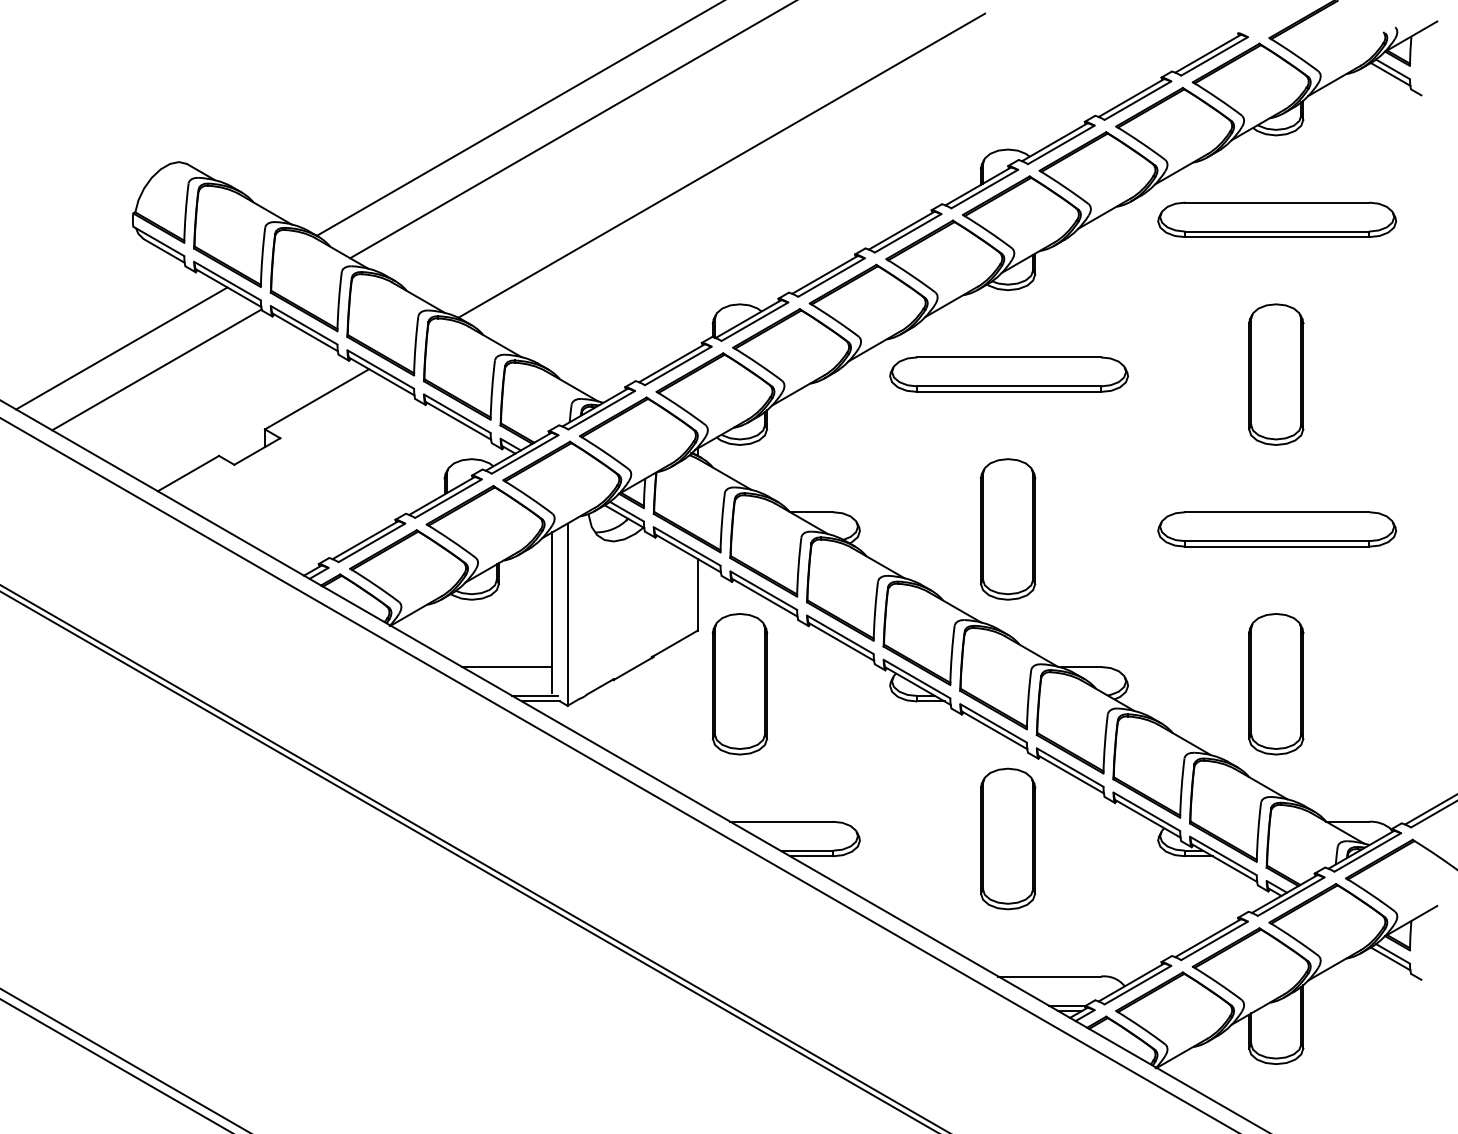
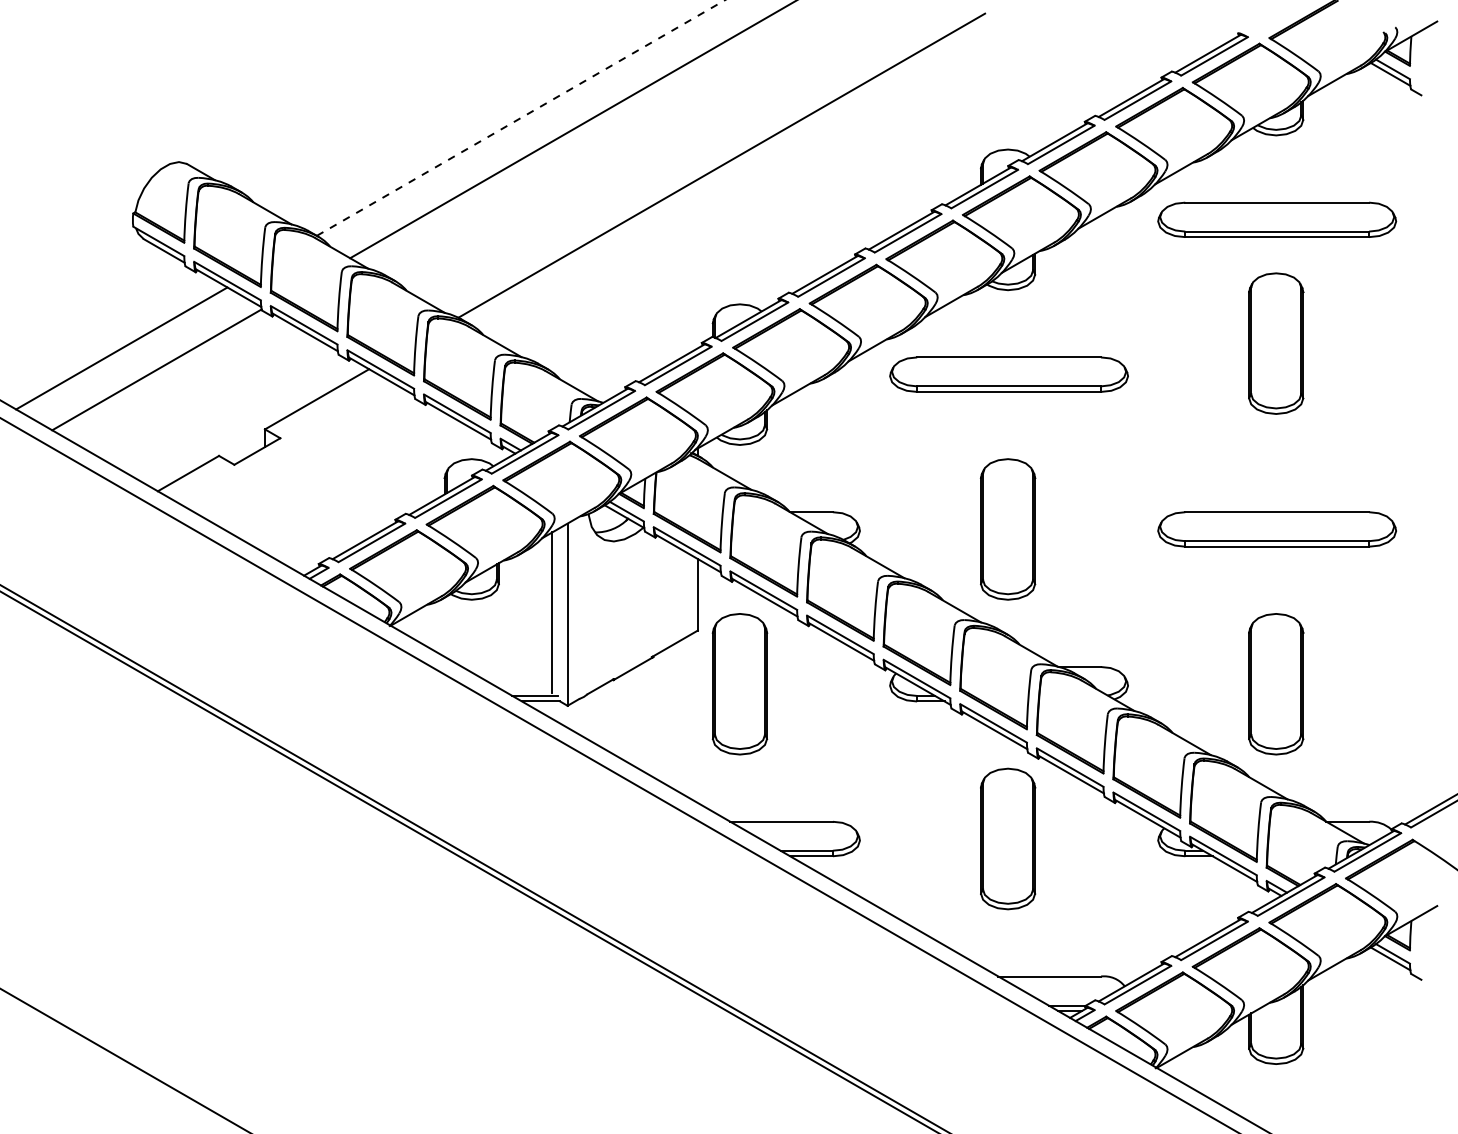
line at (521, 117): solid -> dashed
part at (1276, 374) position: (1276, 374) -> (1276, 343)
line at (507, 666): present -> none
line at (115, 1065): present -> none
